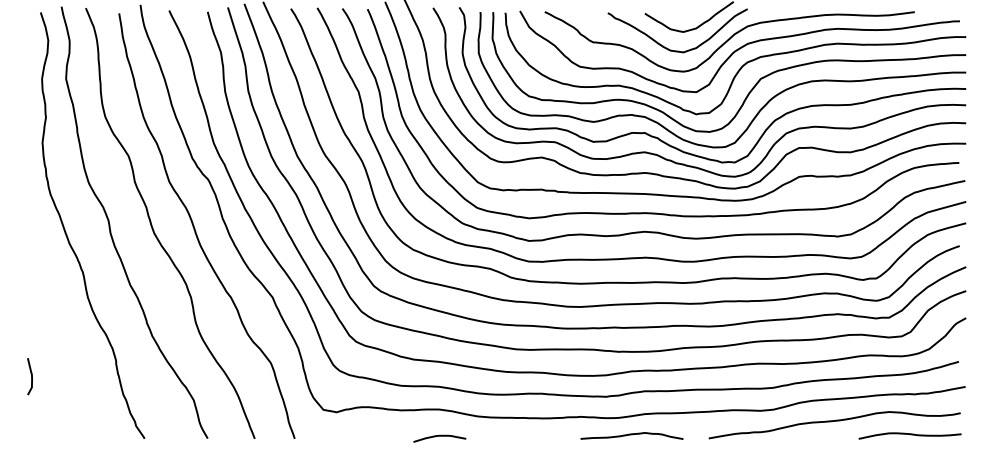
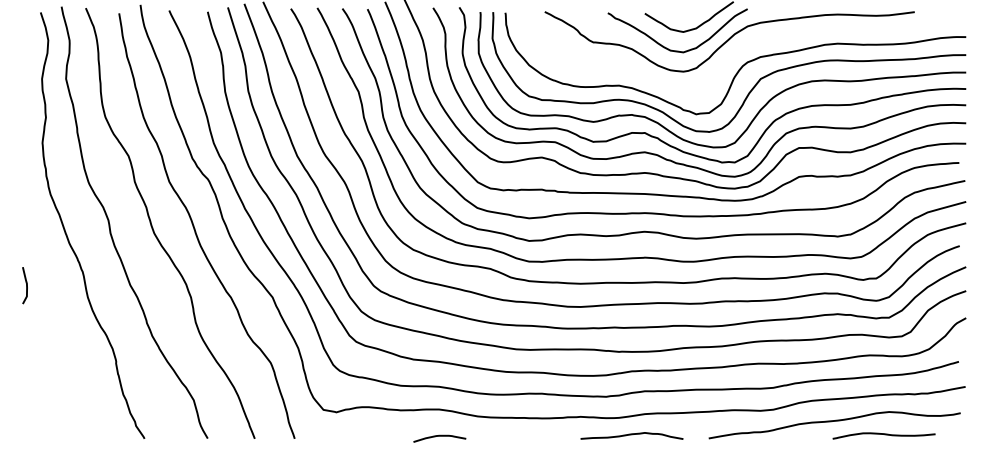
curve at (738, 50): present -> none
curve at (31, 376) position: (31, 376) -> (26, 285)
curve at (909, 434) position: (909, 434) -> (883, 434)
